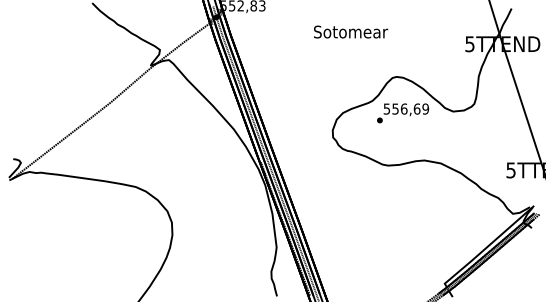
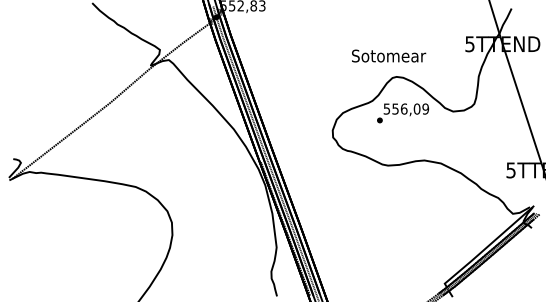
text at (351, 31) position: (351, 31) -> (389, 55)
text at (417, 108): 556,69 -> 556,09
